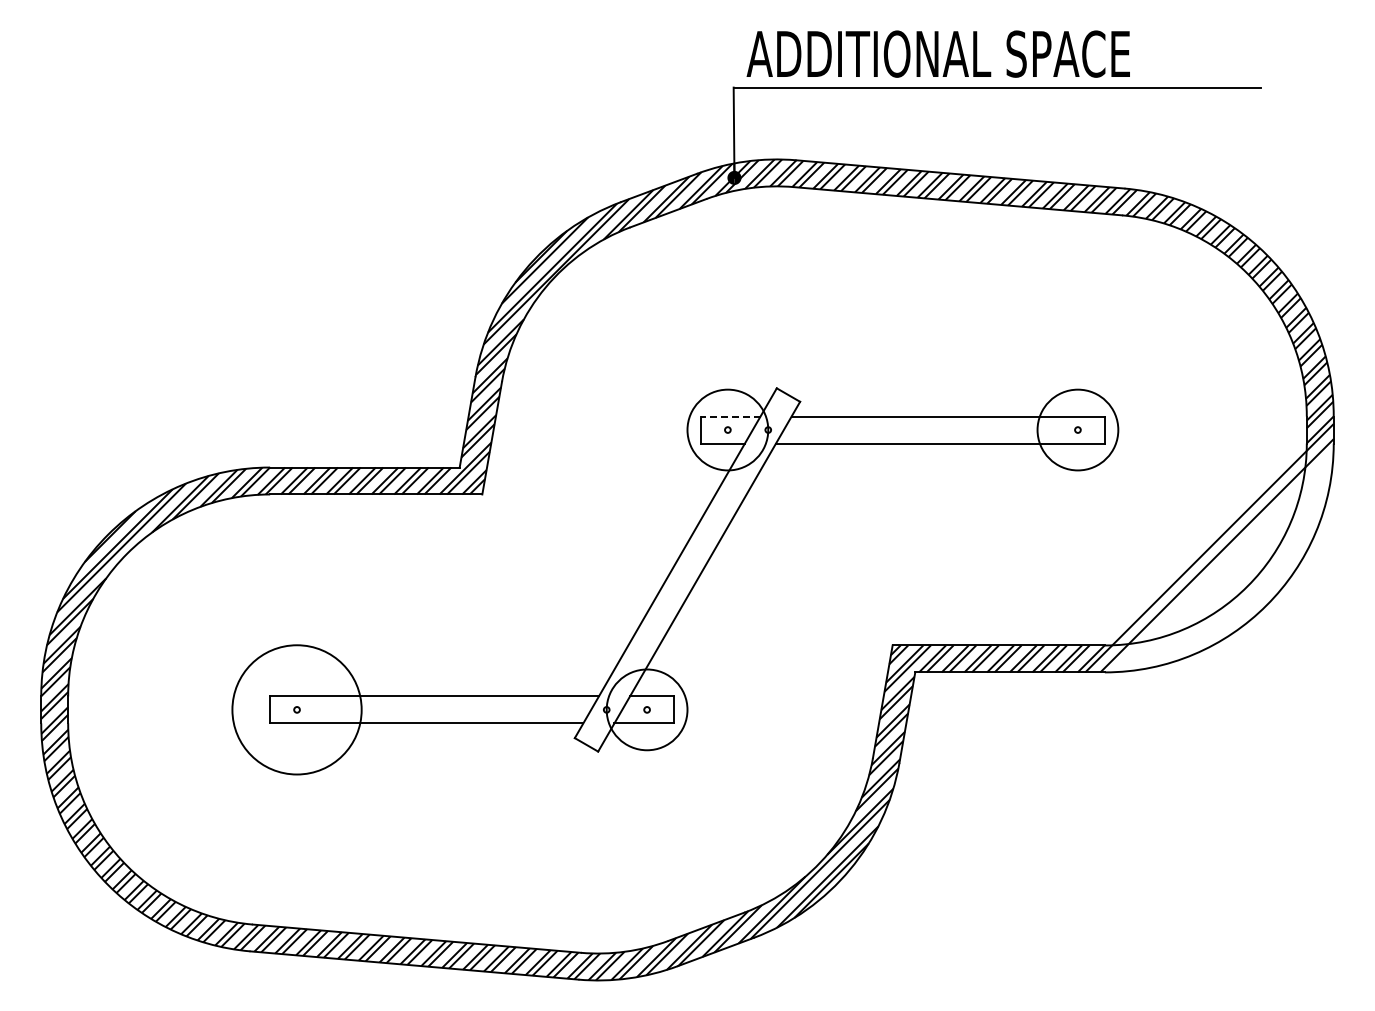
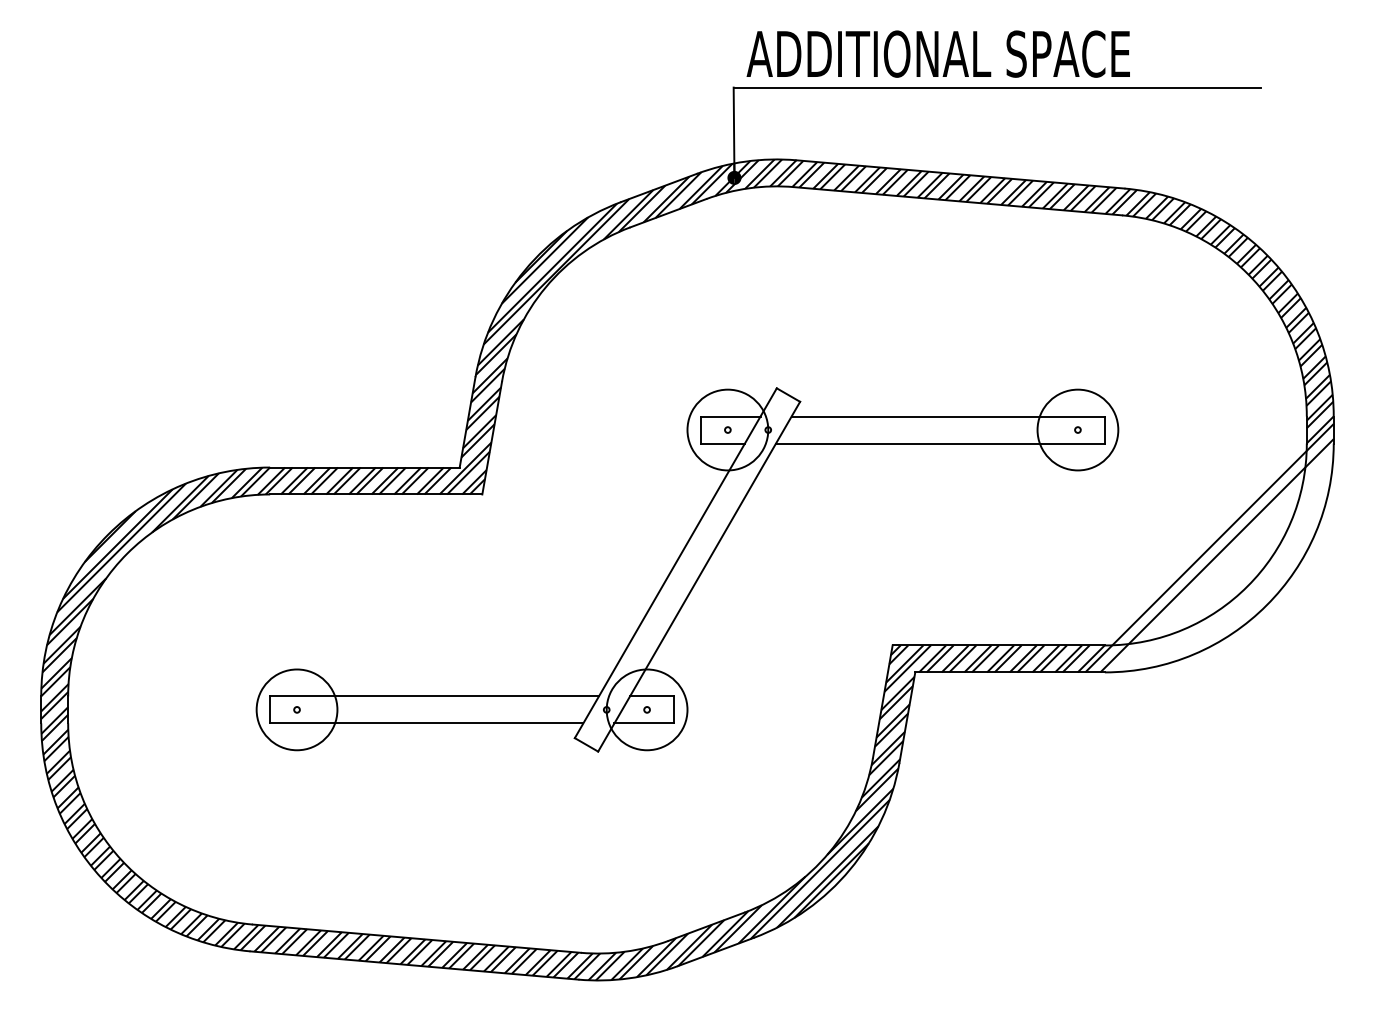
line at (730, 416): dashed -> solid
circle at (296, 709) diameter: 129 px -> 81 px
